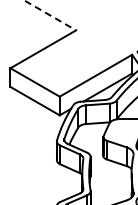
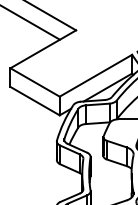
line at (50, 15): dashed -> solid
line at (30, 22): none -> present
